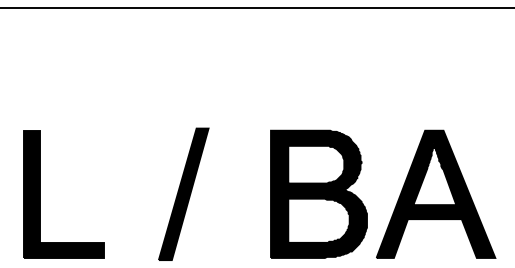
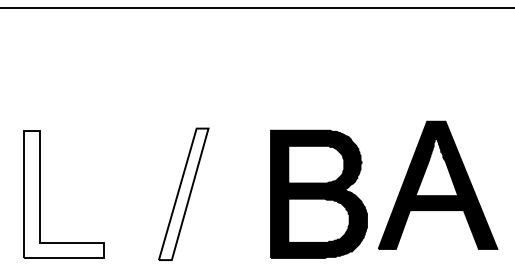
fill at (63, 193): present -> none
part at (436, 193) position: (436, 193) -> (438, 184)
fill at (183, 194): present -> none
